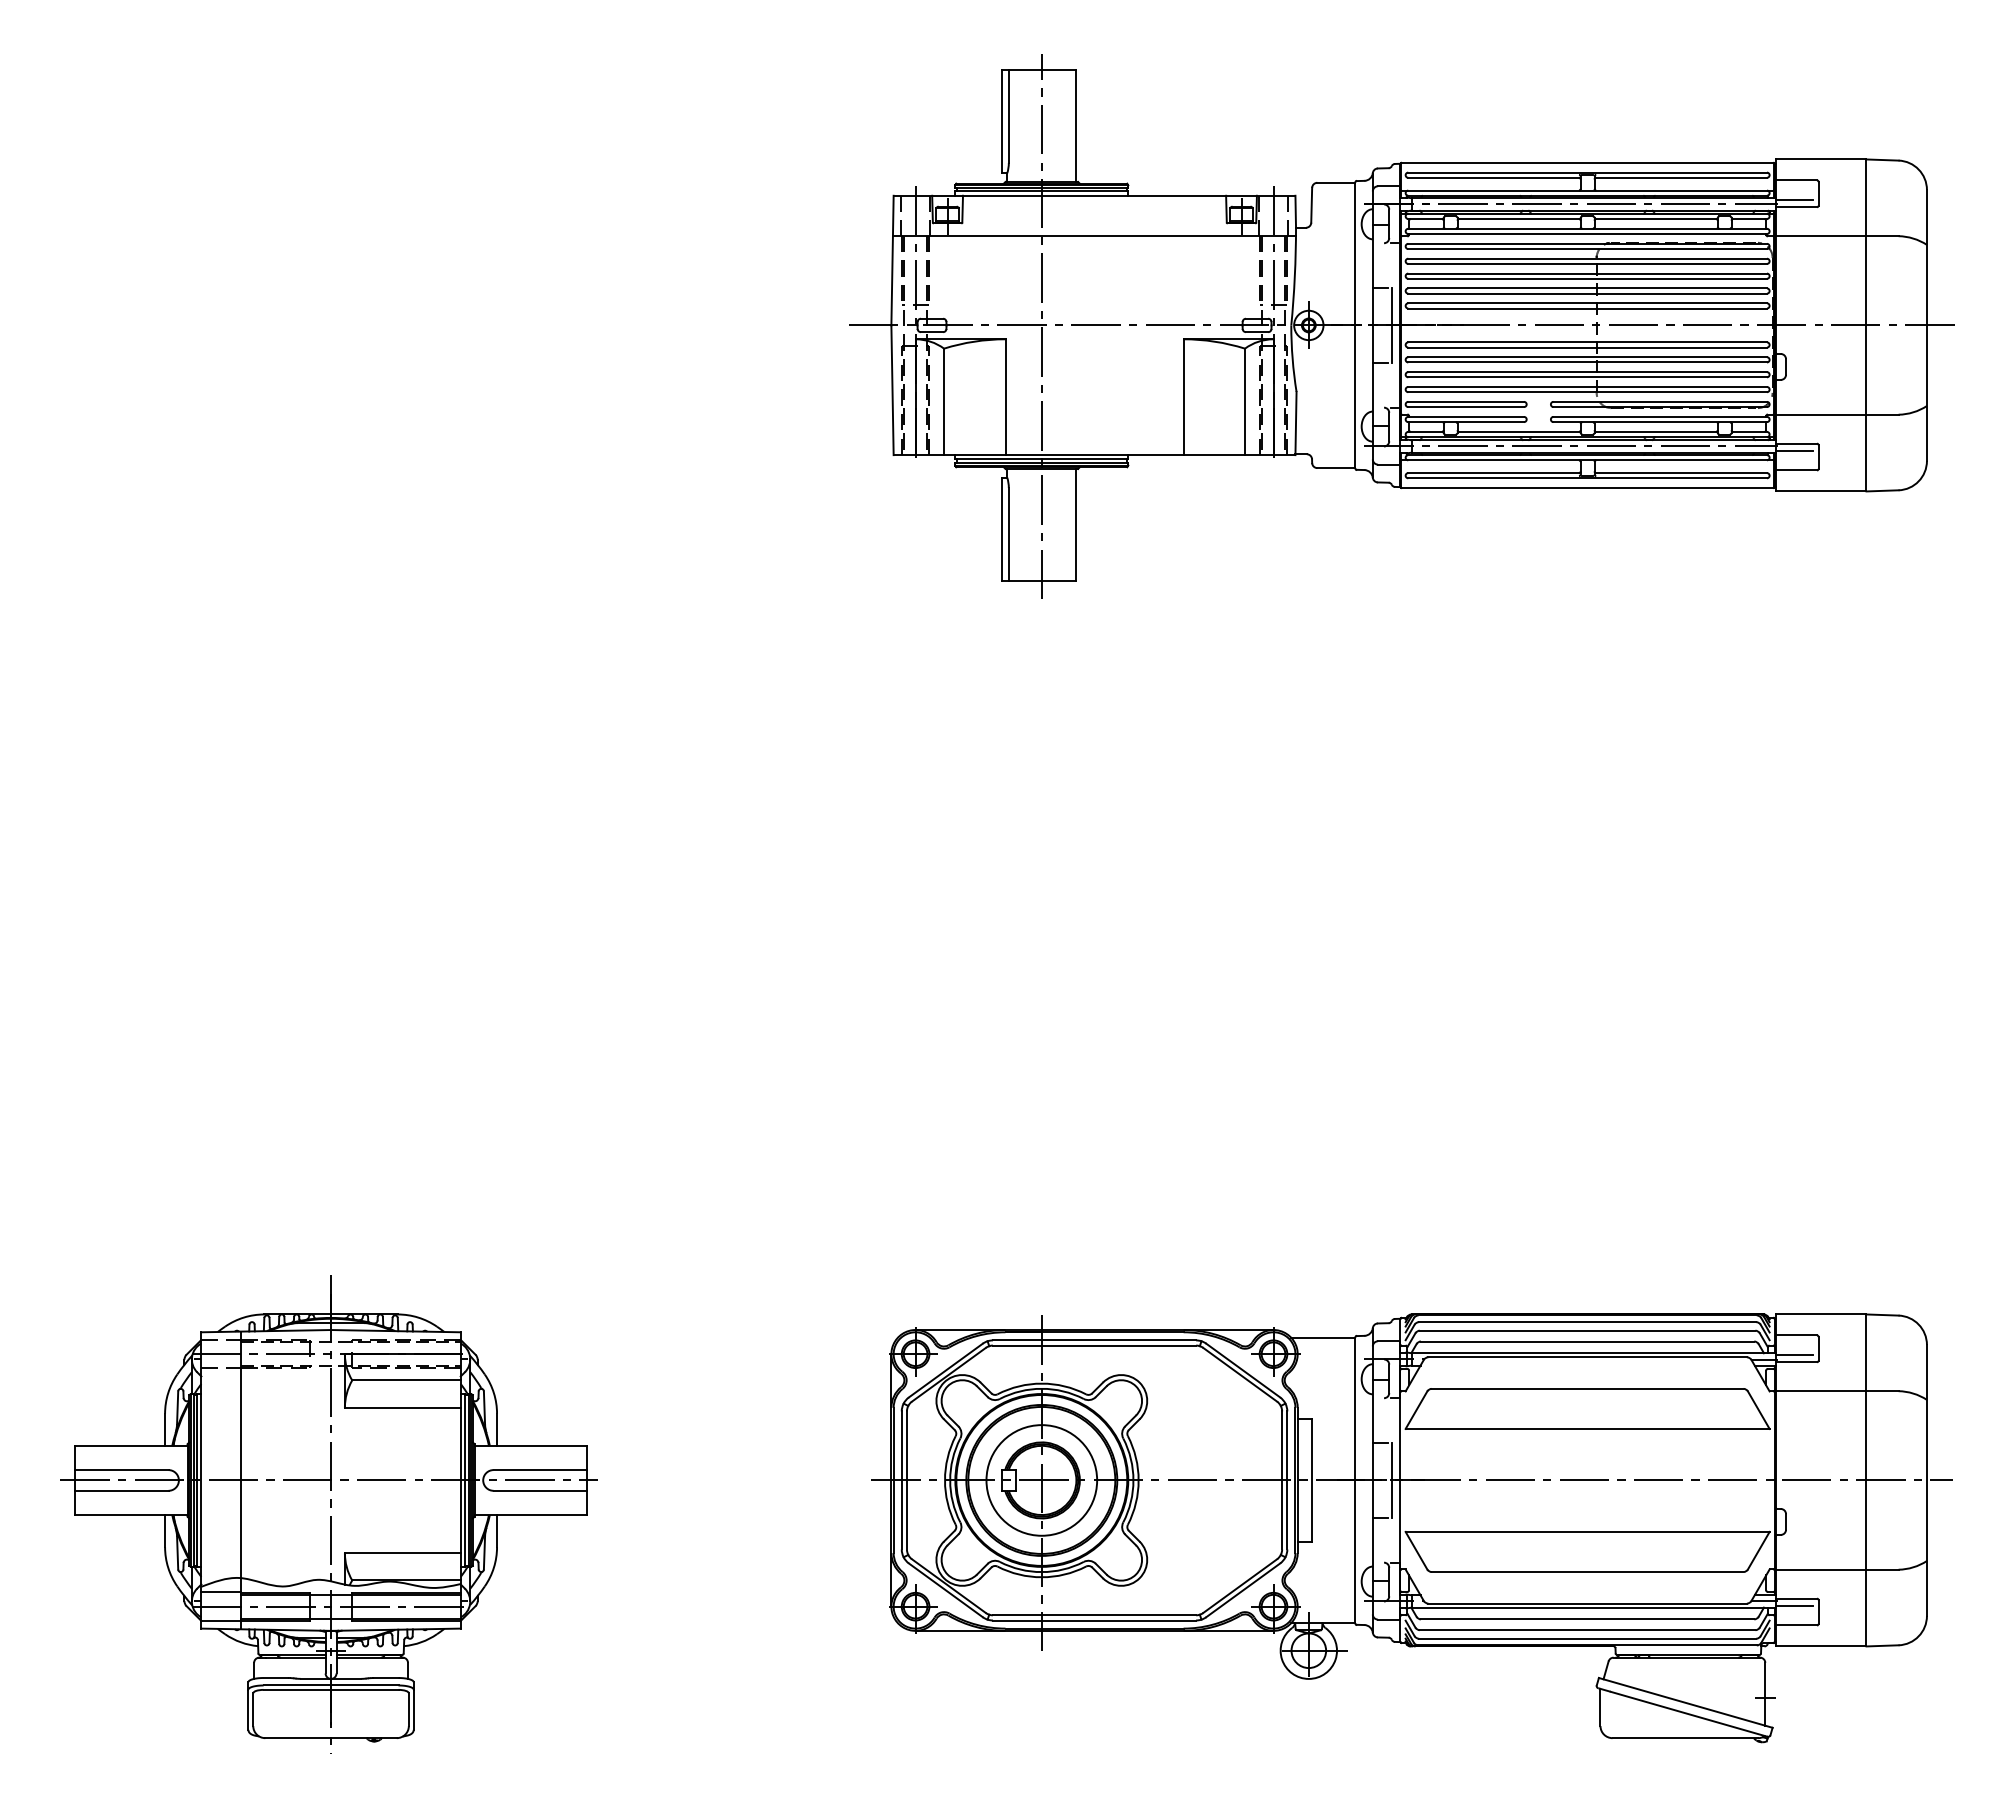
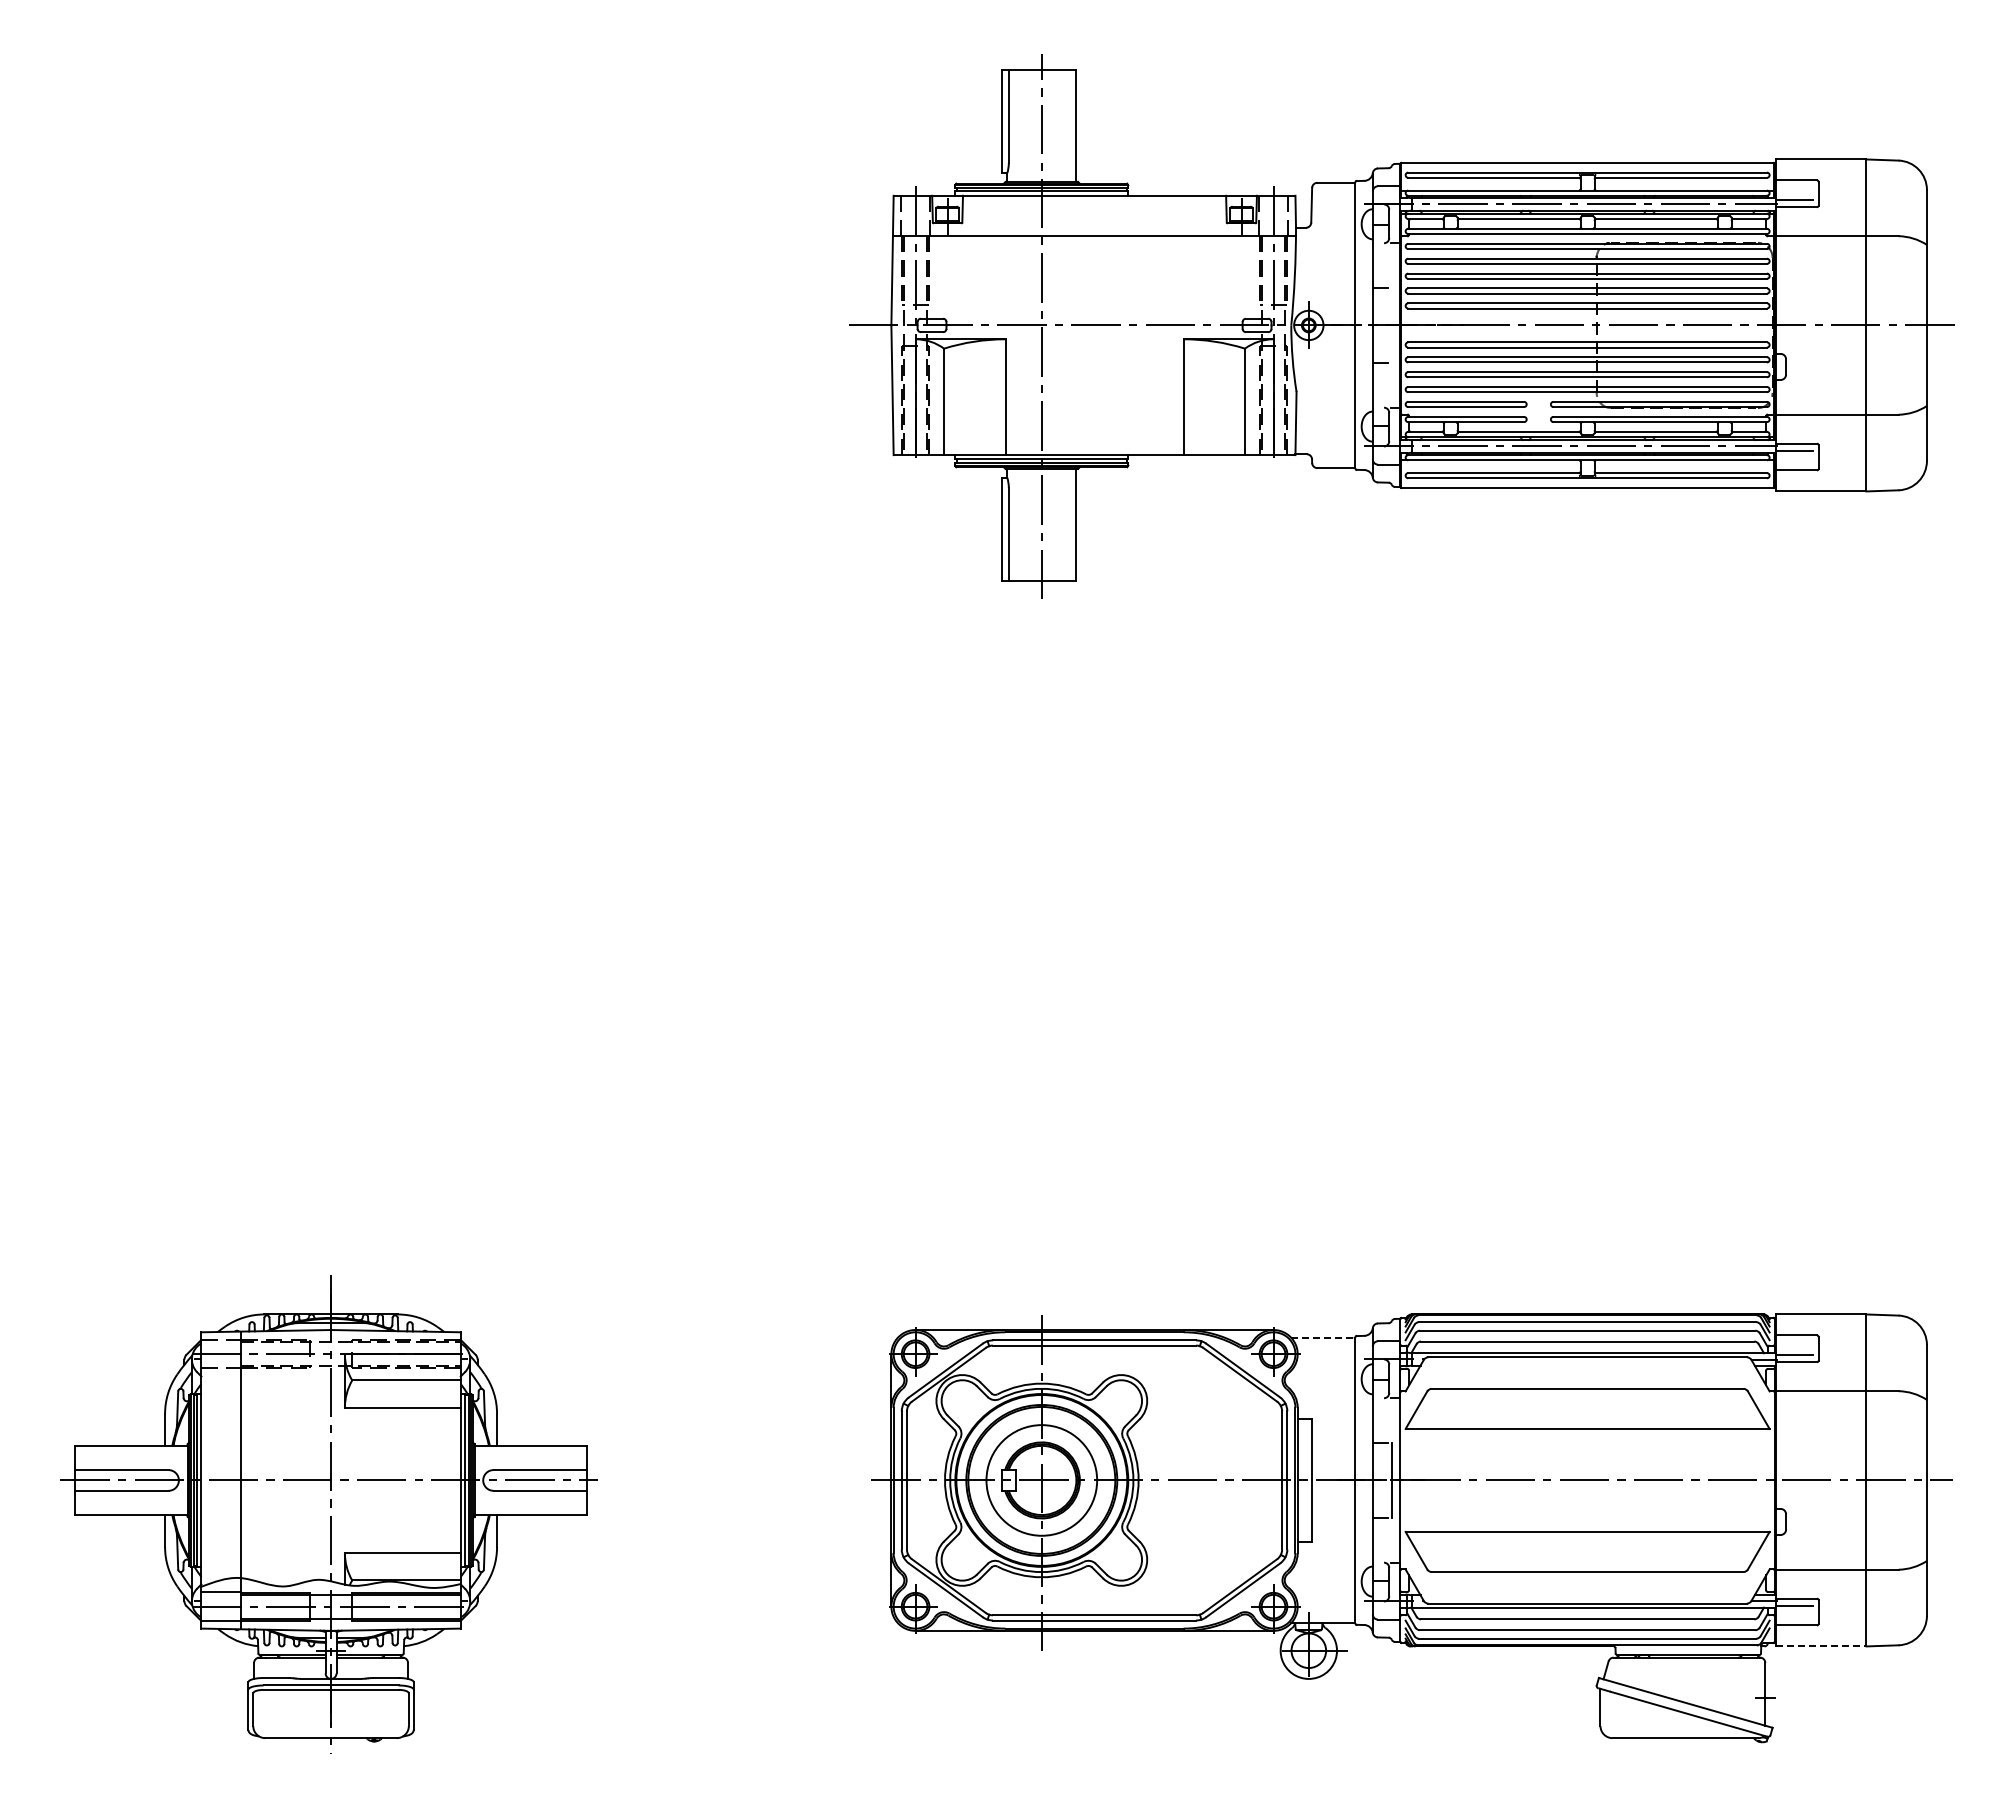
line at (1391, 325): present -> none
line at (1322, 1337): solid -> dashed
line at (1821, 1646): solid -> dashed
